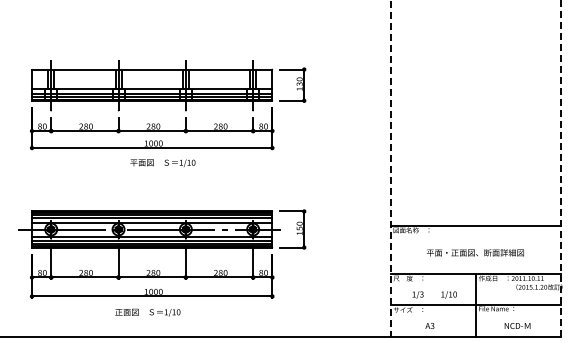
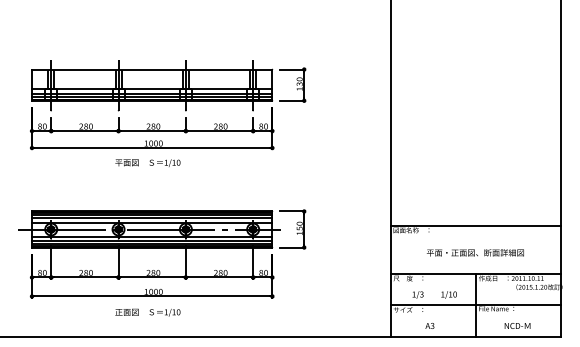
text at (162, 162) position: (162, 162) -> (147, 162)
line at (390, 168): dashed -> solid
line at (561, 168): dashed -> solid
